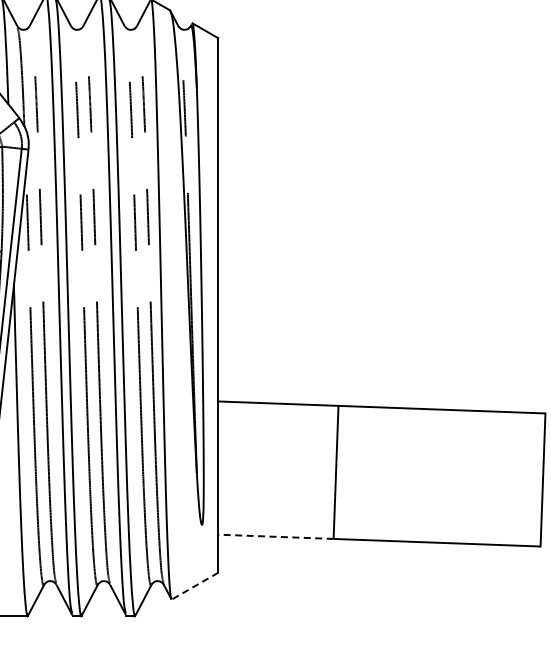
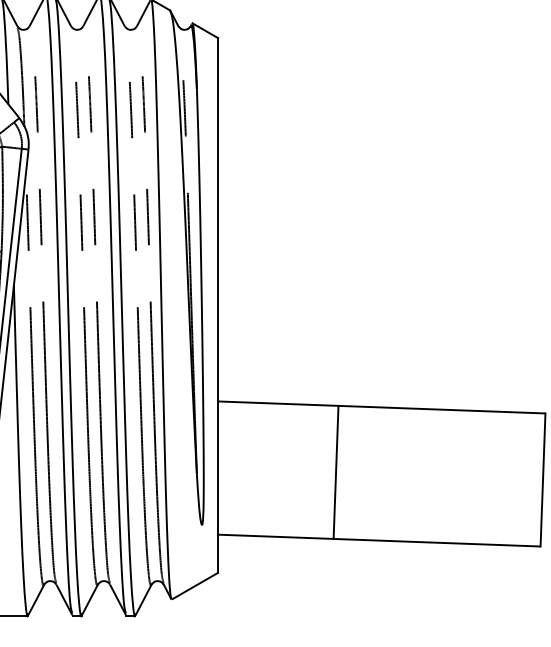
line at (275, 536): dashed -> solid
line at (195, 585): dashed -> solid
